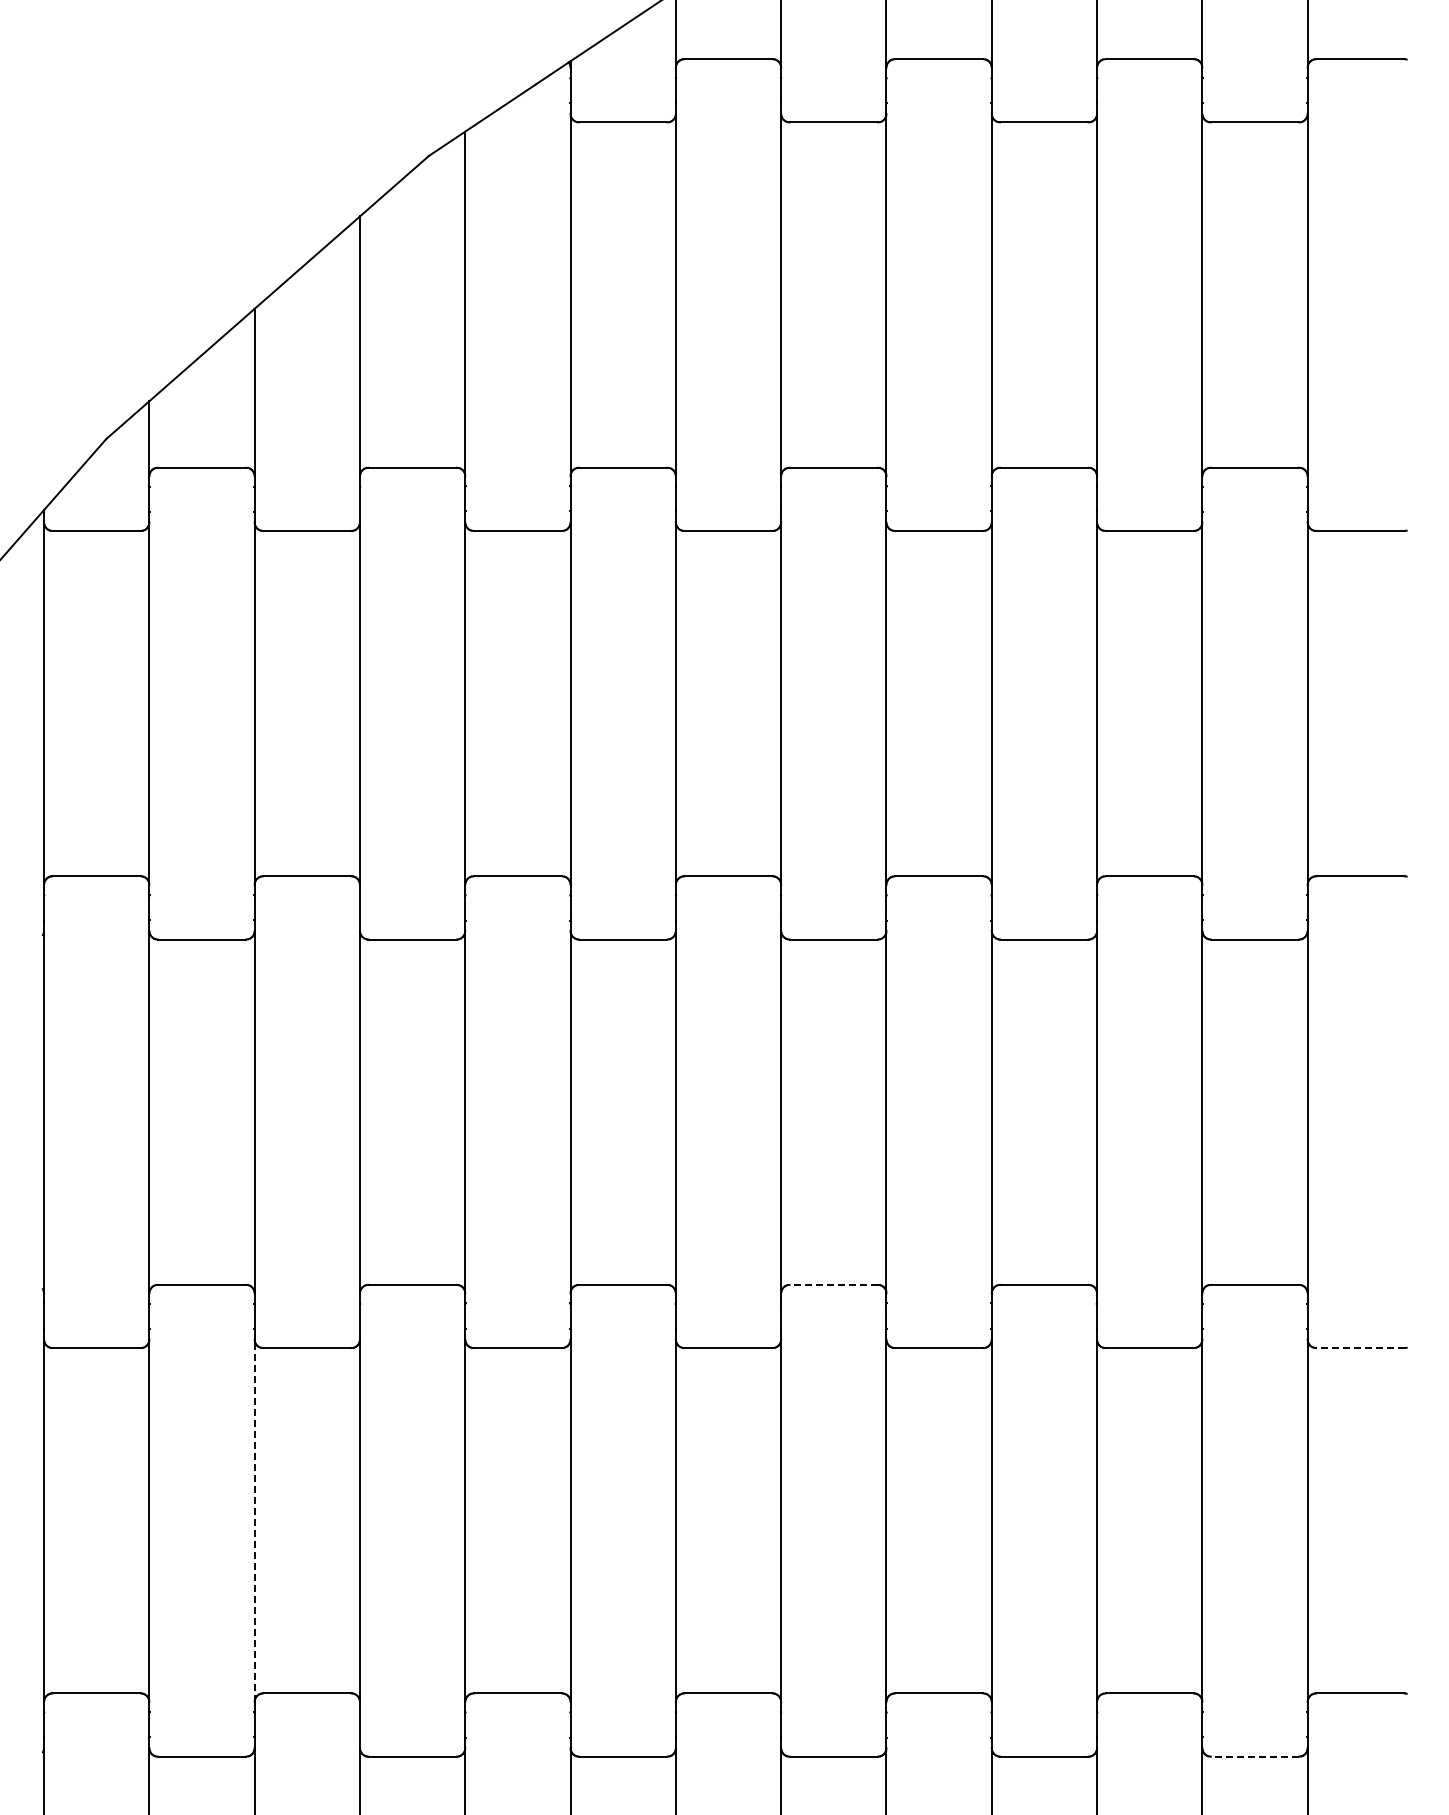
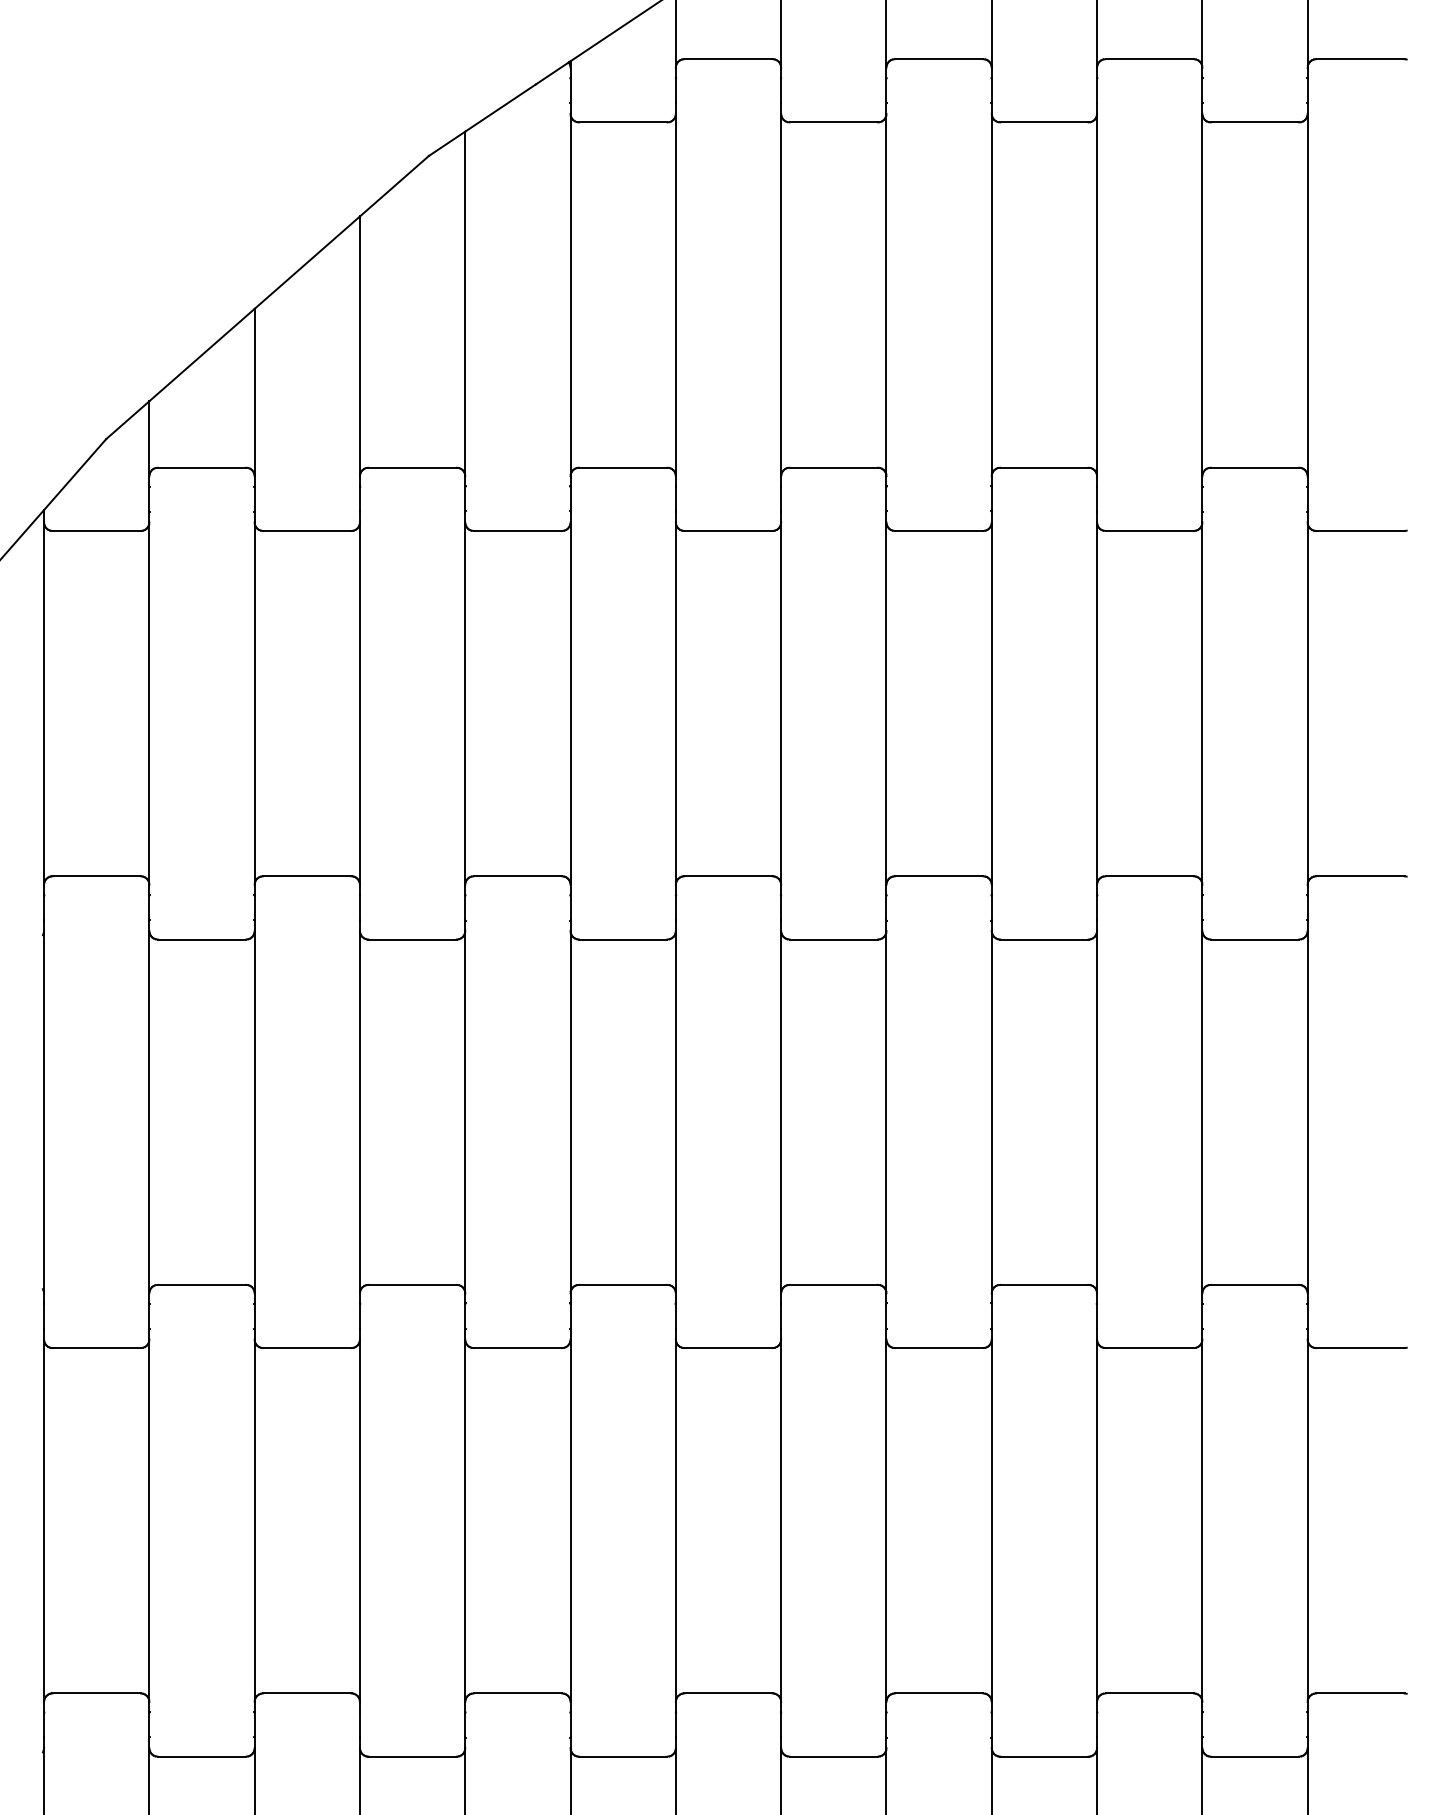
line at (833, 1284): dashed -> solid
line at (1359, 1348): dashed -> solid
line at (254, 1520): dashed -> solid
line at (1254, 1756): dashed -> solid
